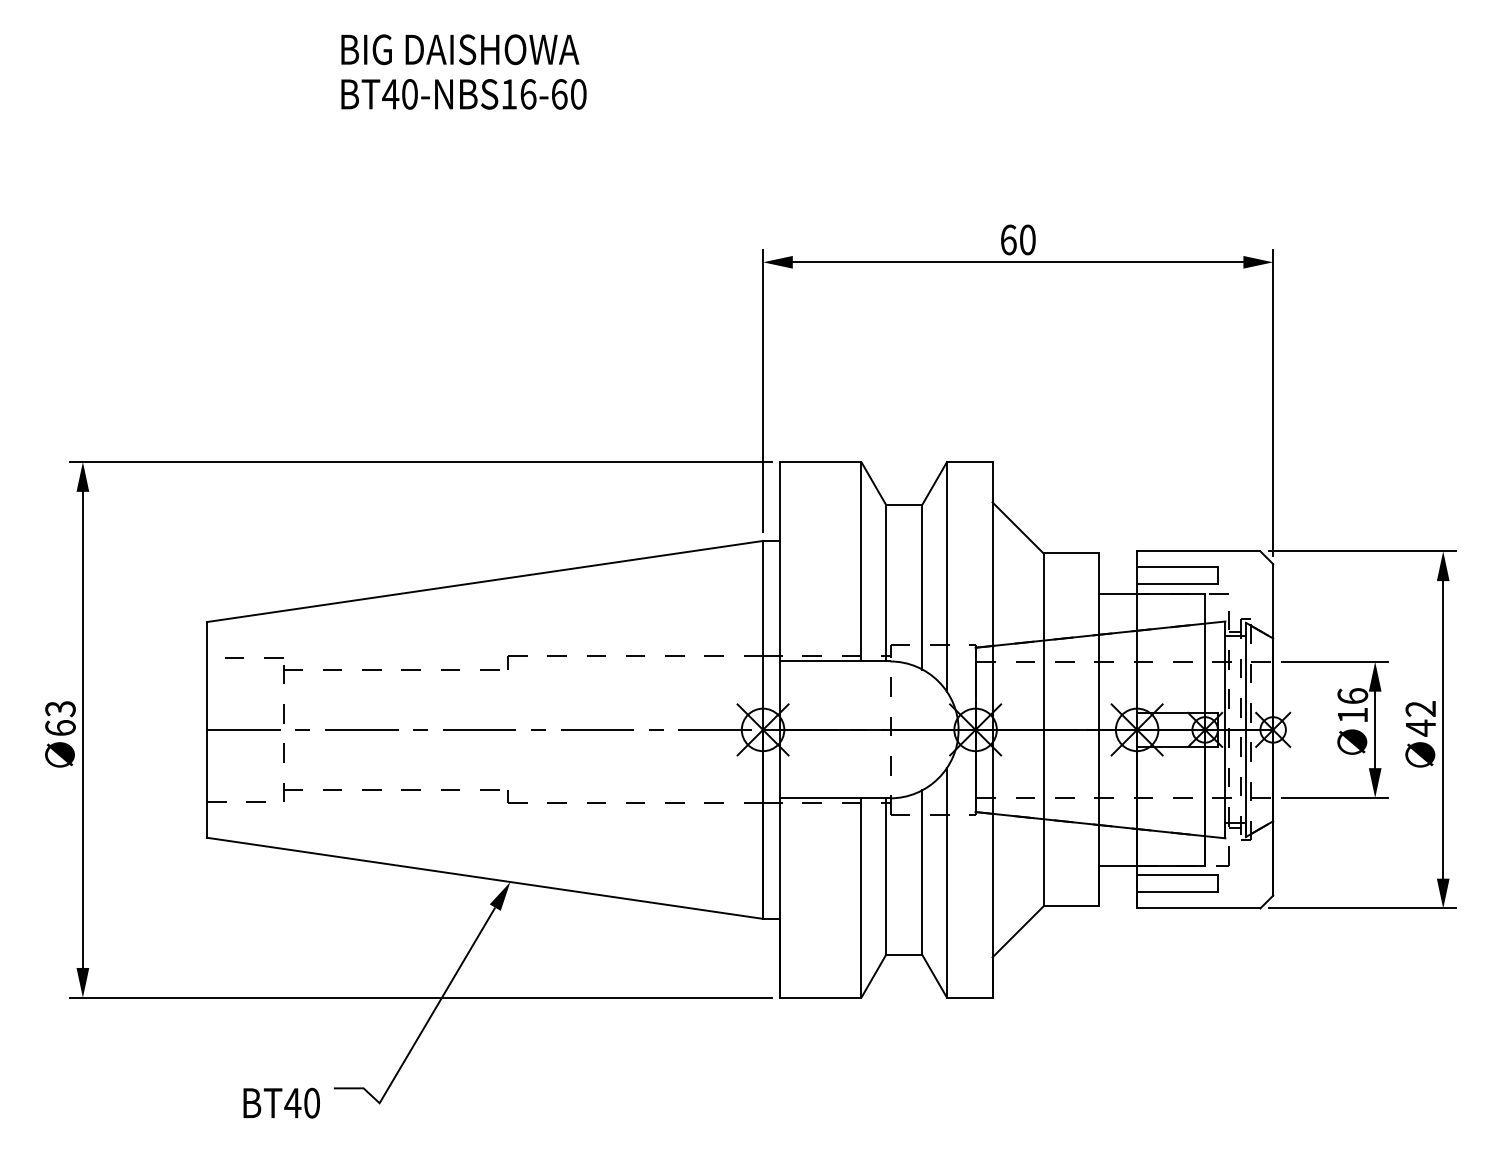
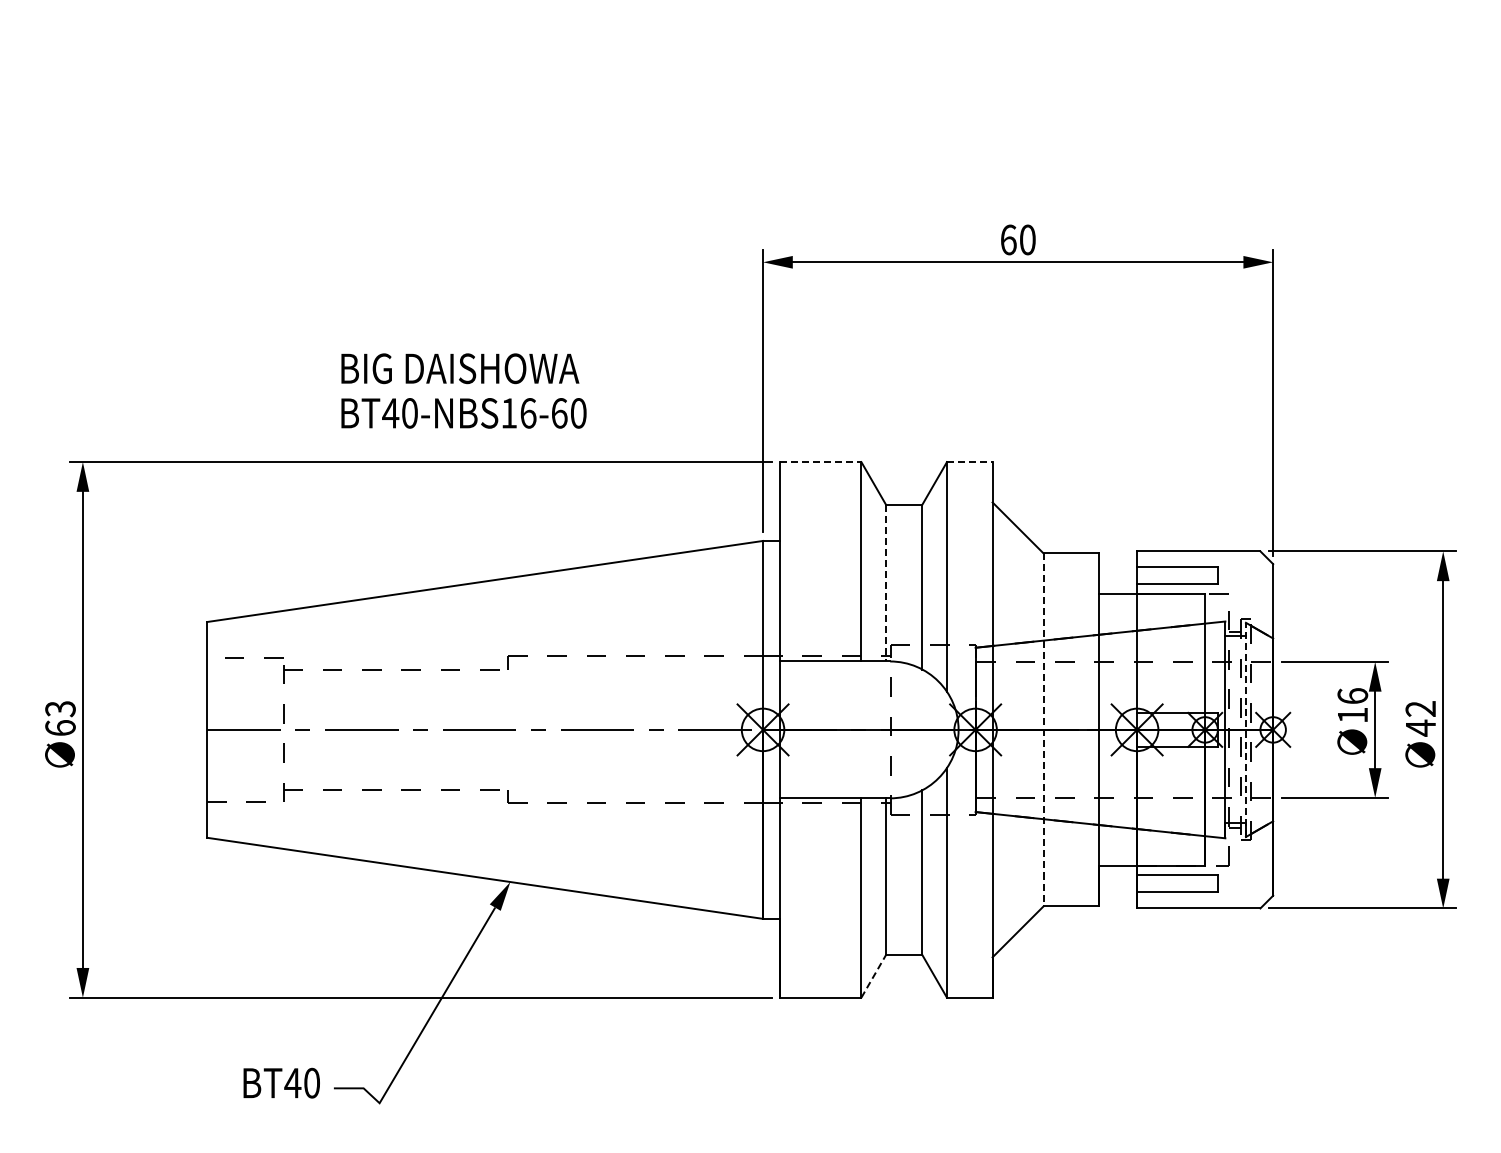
text at (463, 71) position: (463, 71) -> (463, 390)
line at (820, 462): solid -> dashed
line at (969, 462): solid -> dashed
line at (885, 583): solid -> dashed
line at (1245, 729): solid -> dashed
line at (1043, 730): solid -> dashed
line at (873, 976): solid -> dashed
text at (281, 1102) position: (281, 1102) -> (281, 1082)
